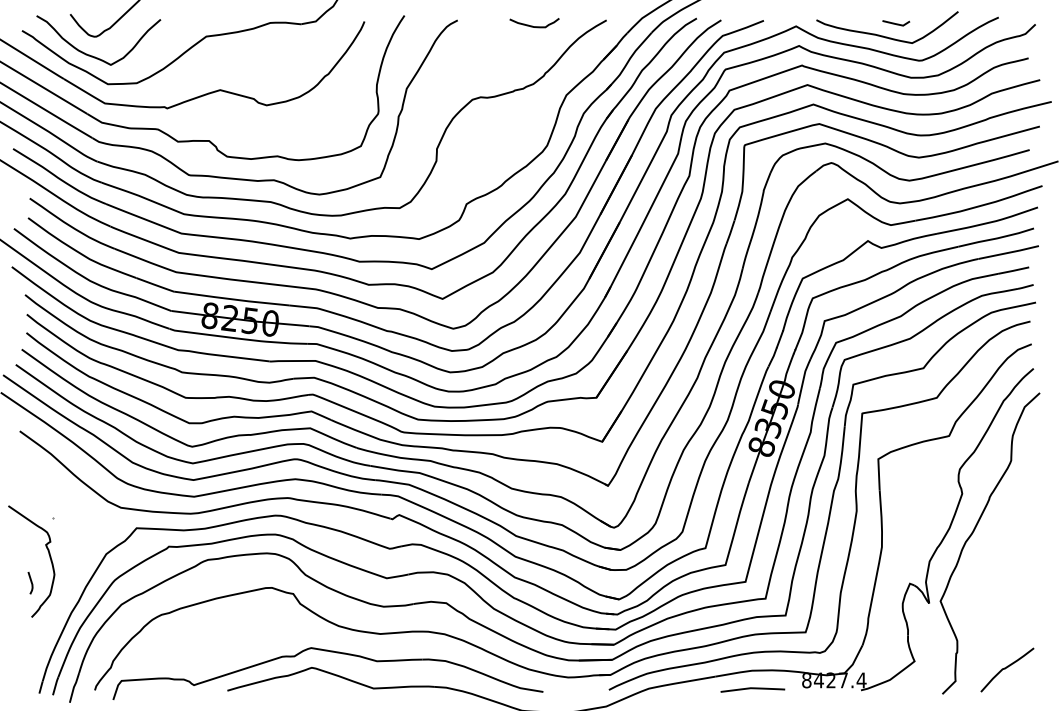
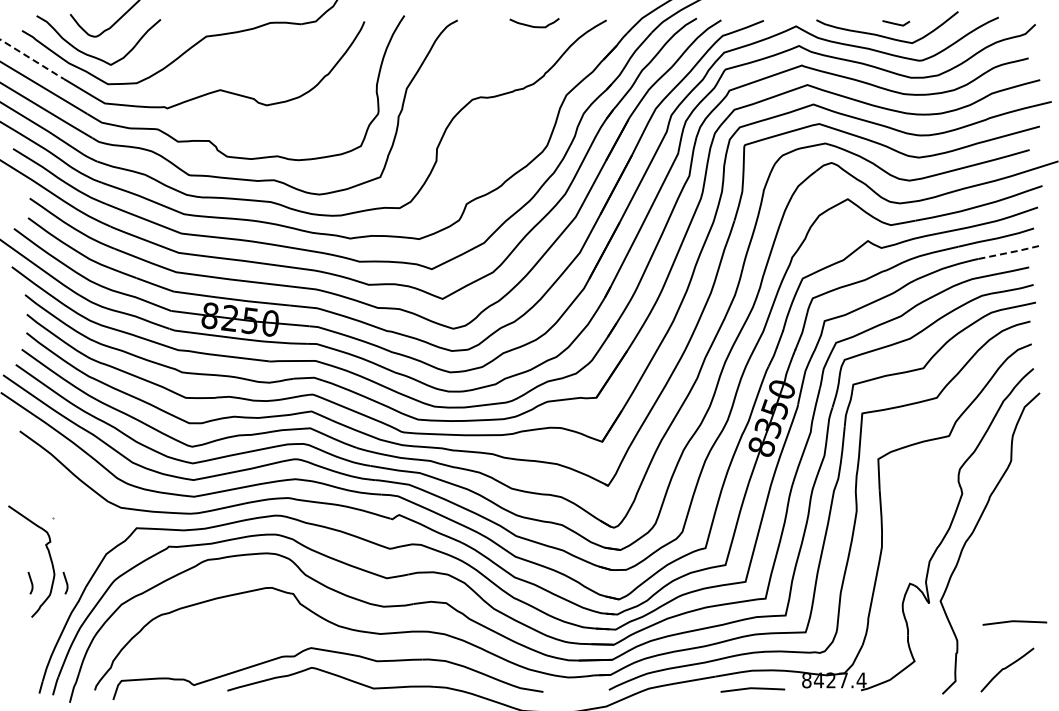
line at (33, 60): solid -> dashed
line at (1009, 252): solid -> dashed
line at (65, 582): none -> present
curve at (1014, 622): none -> present
